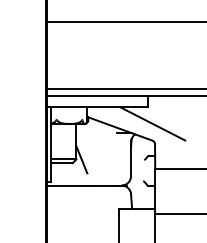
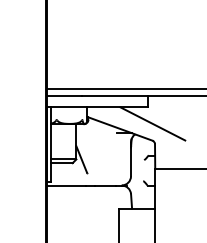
line at (124, 21): present -> none
line at (179, 213): present -> none
